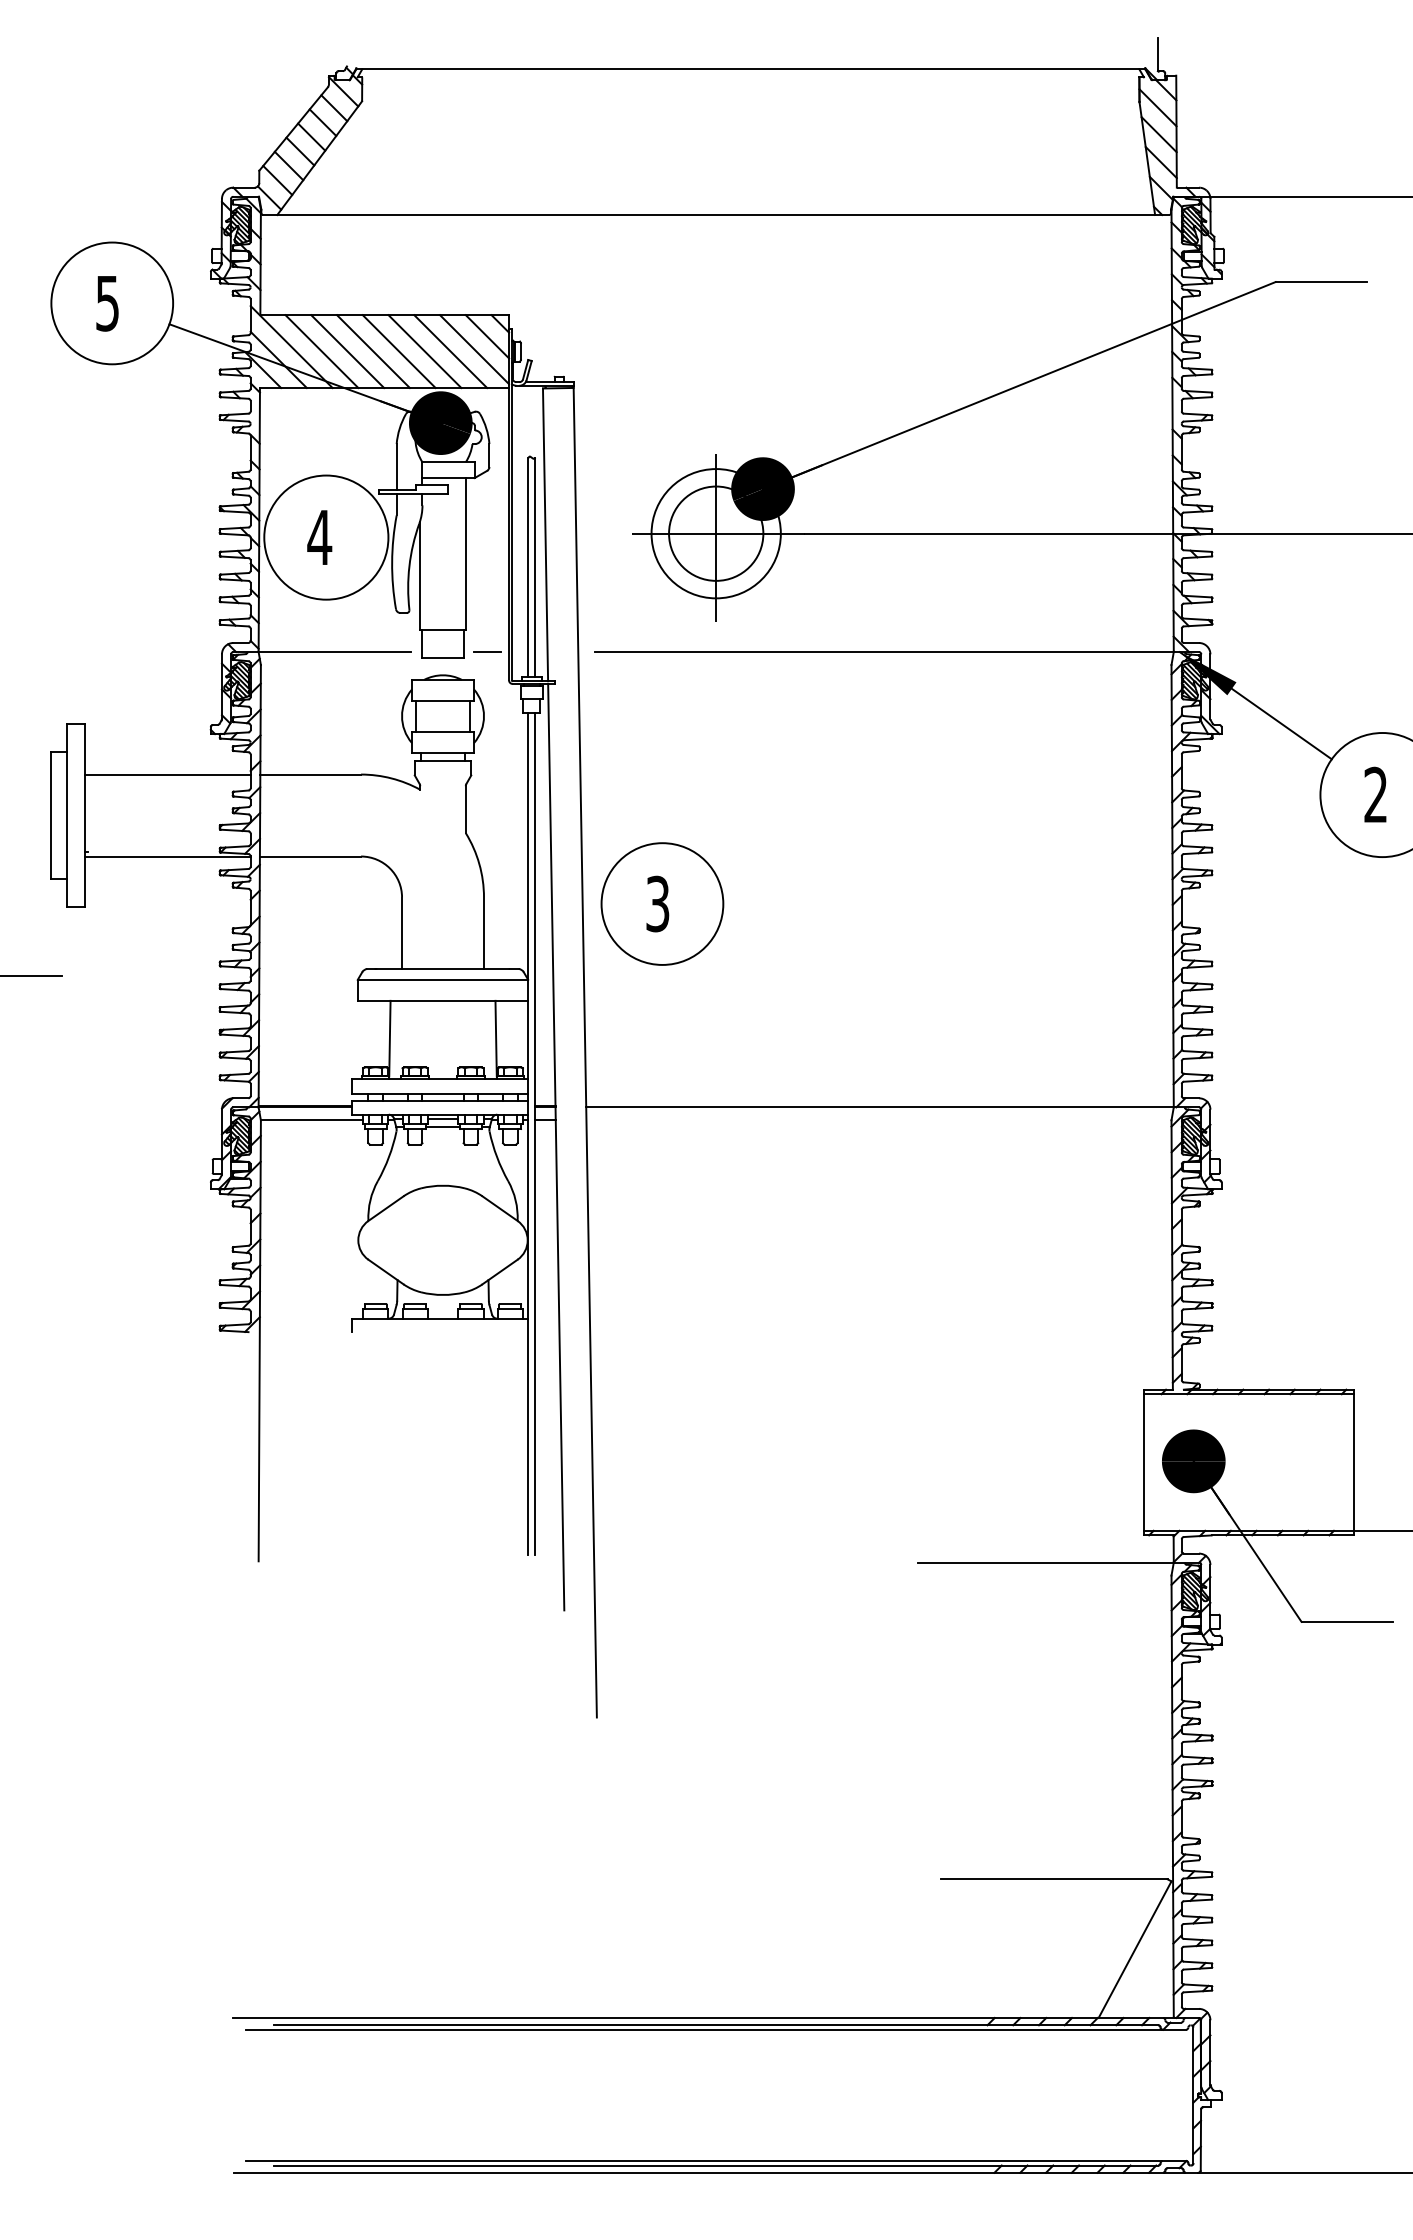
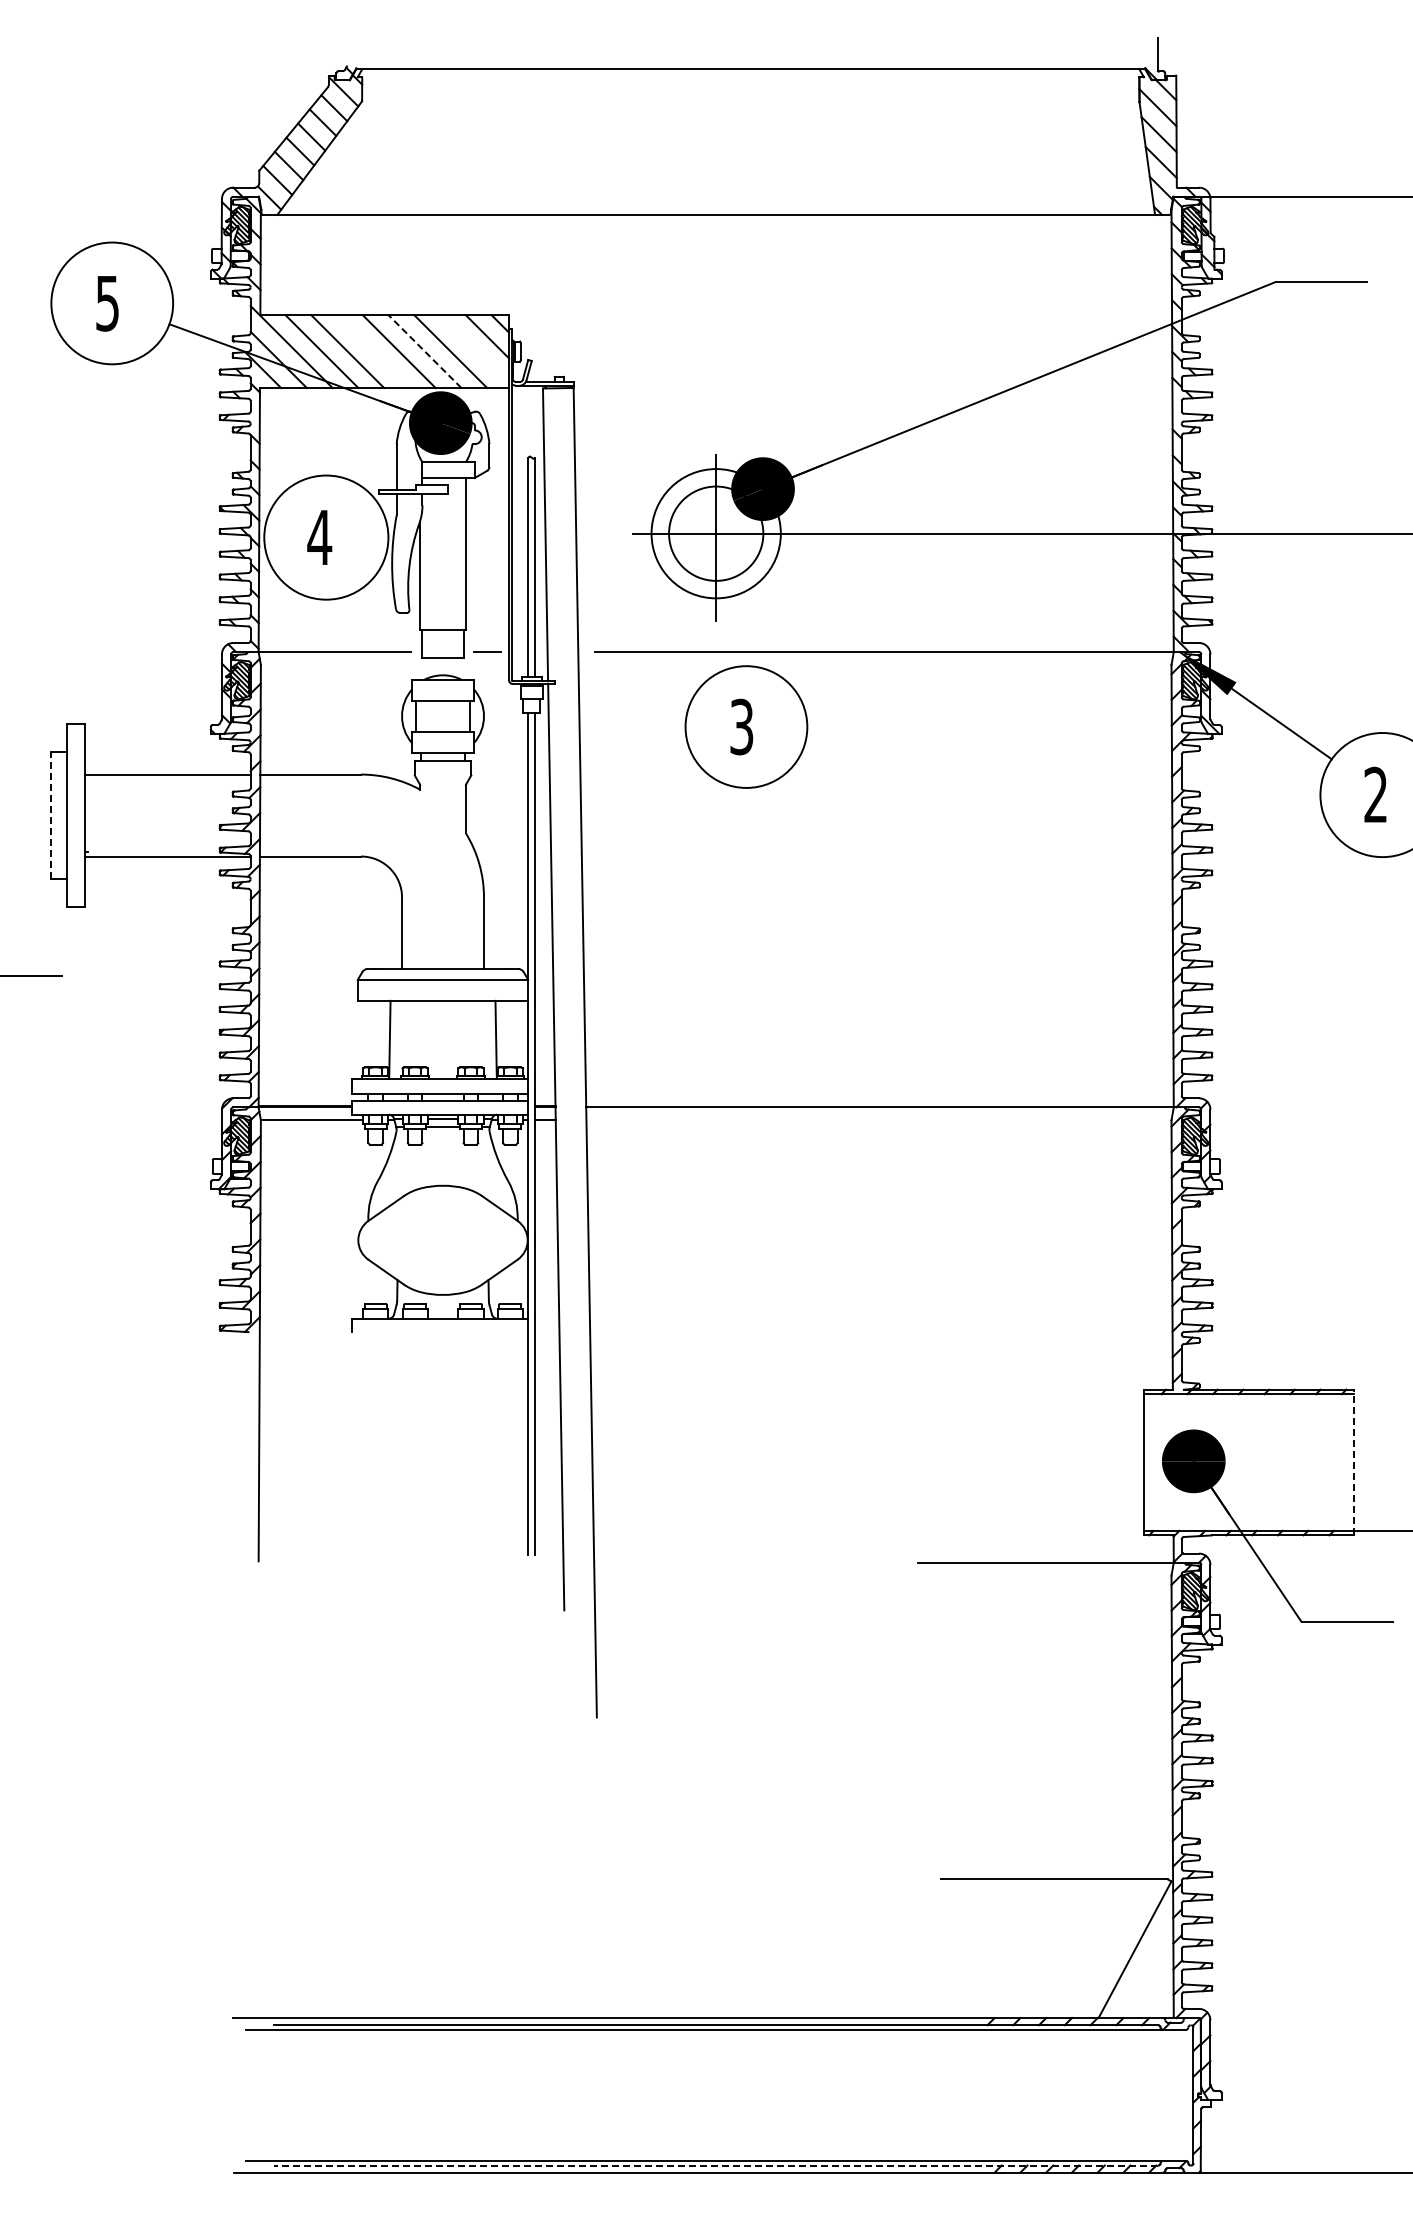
line at (474, 349): present -> none
line at (373, 351): present -> none
line at (424, 351): solid -> dashed
line at (51, 815): solid -> dashed
part at (662, 903) position: (662, 903) -> (746, 726)
line at (1353, 1462): solid -> dashed
line at (715, 2165): solid -> dashed
